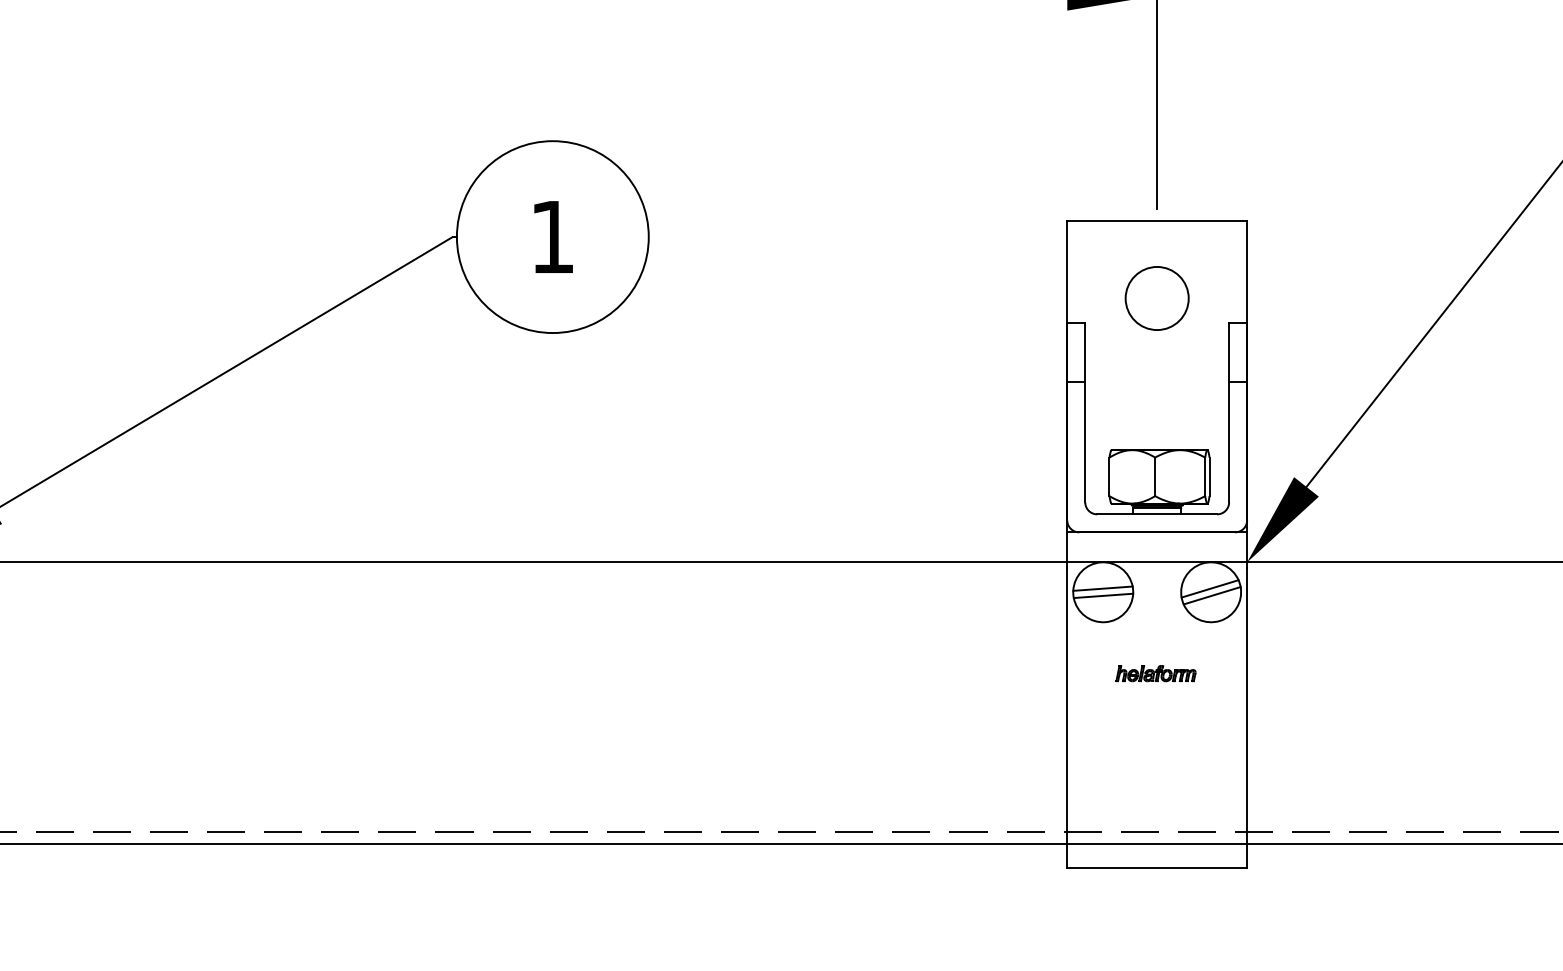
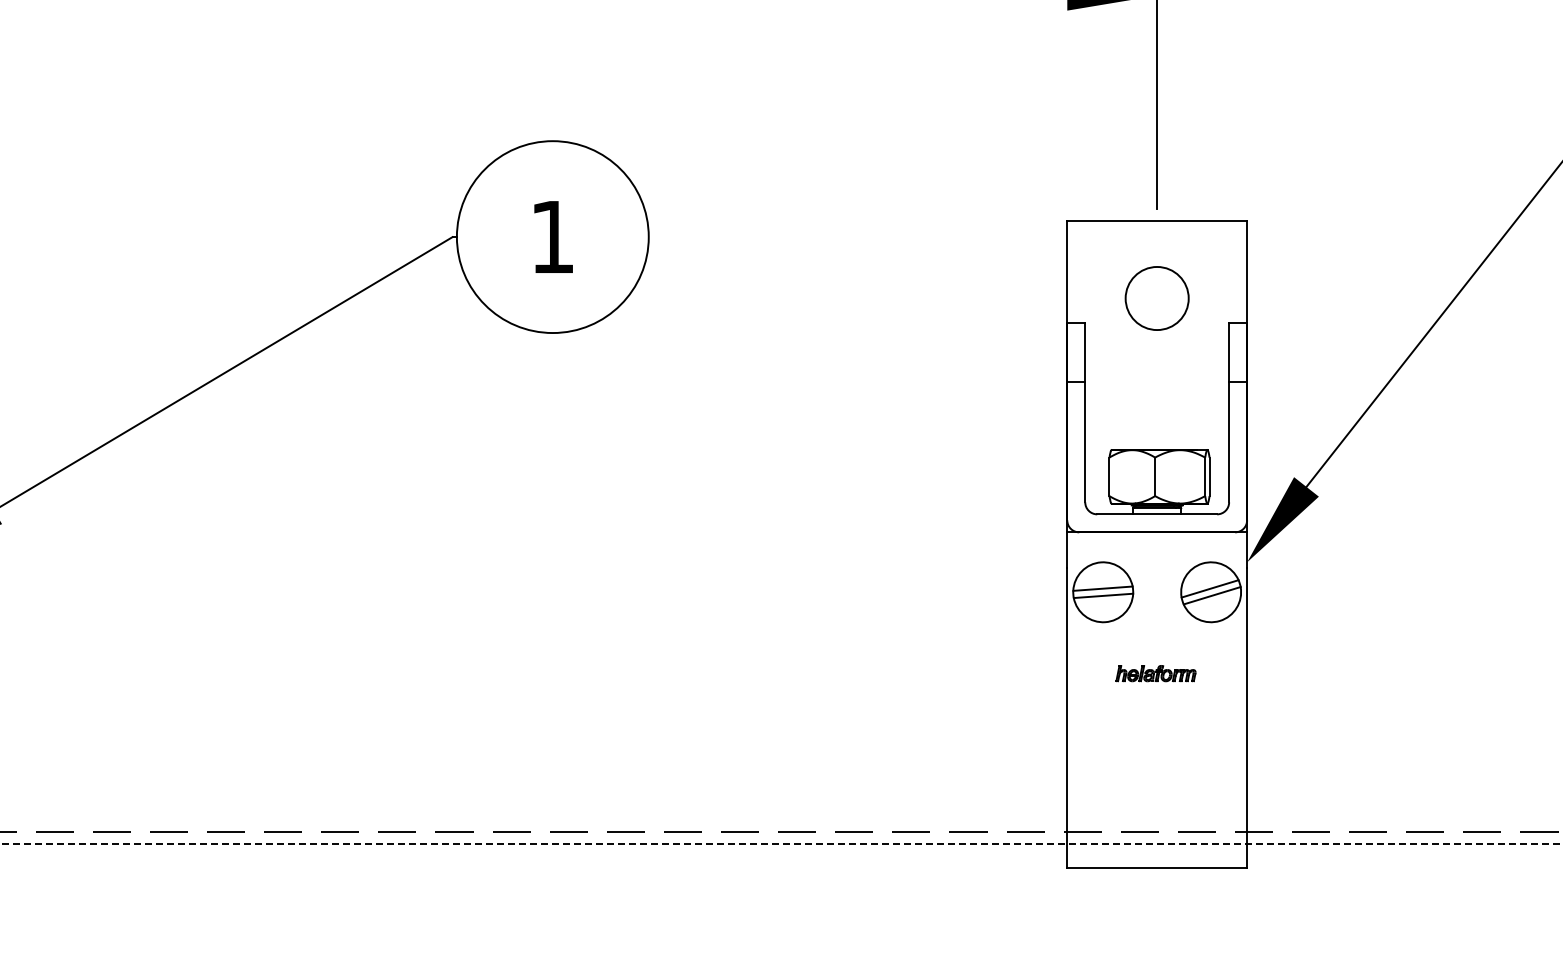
line at (780, 562): present -> none
line at (781, 844): solid -> dashed
